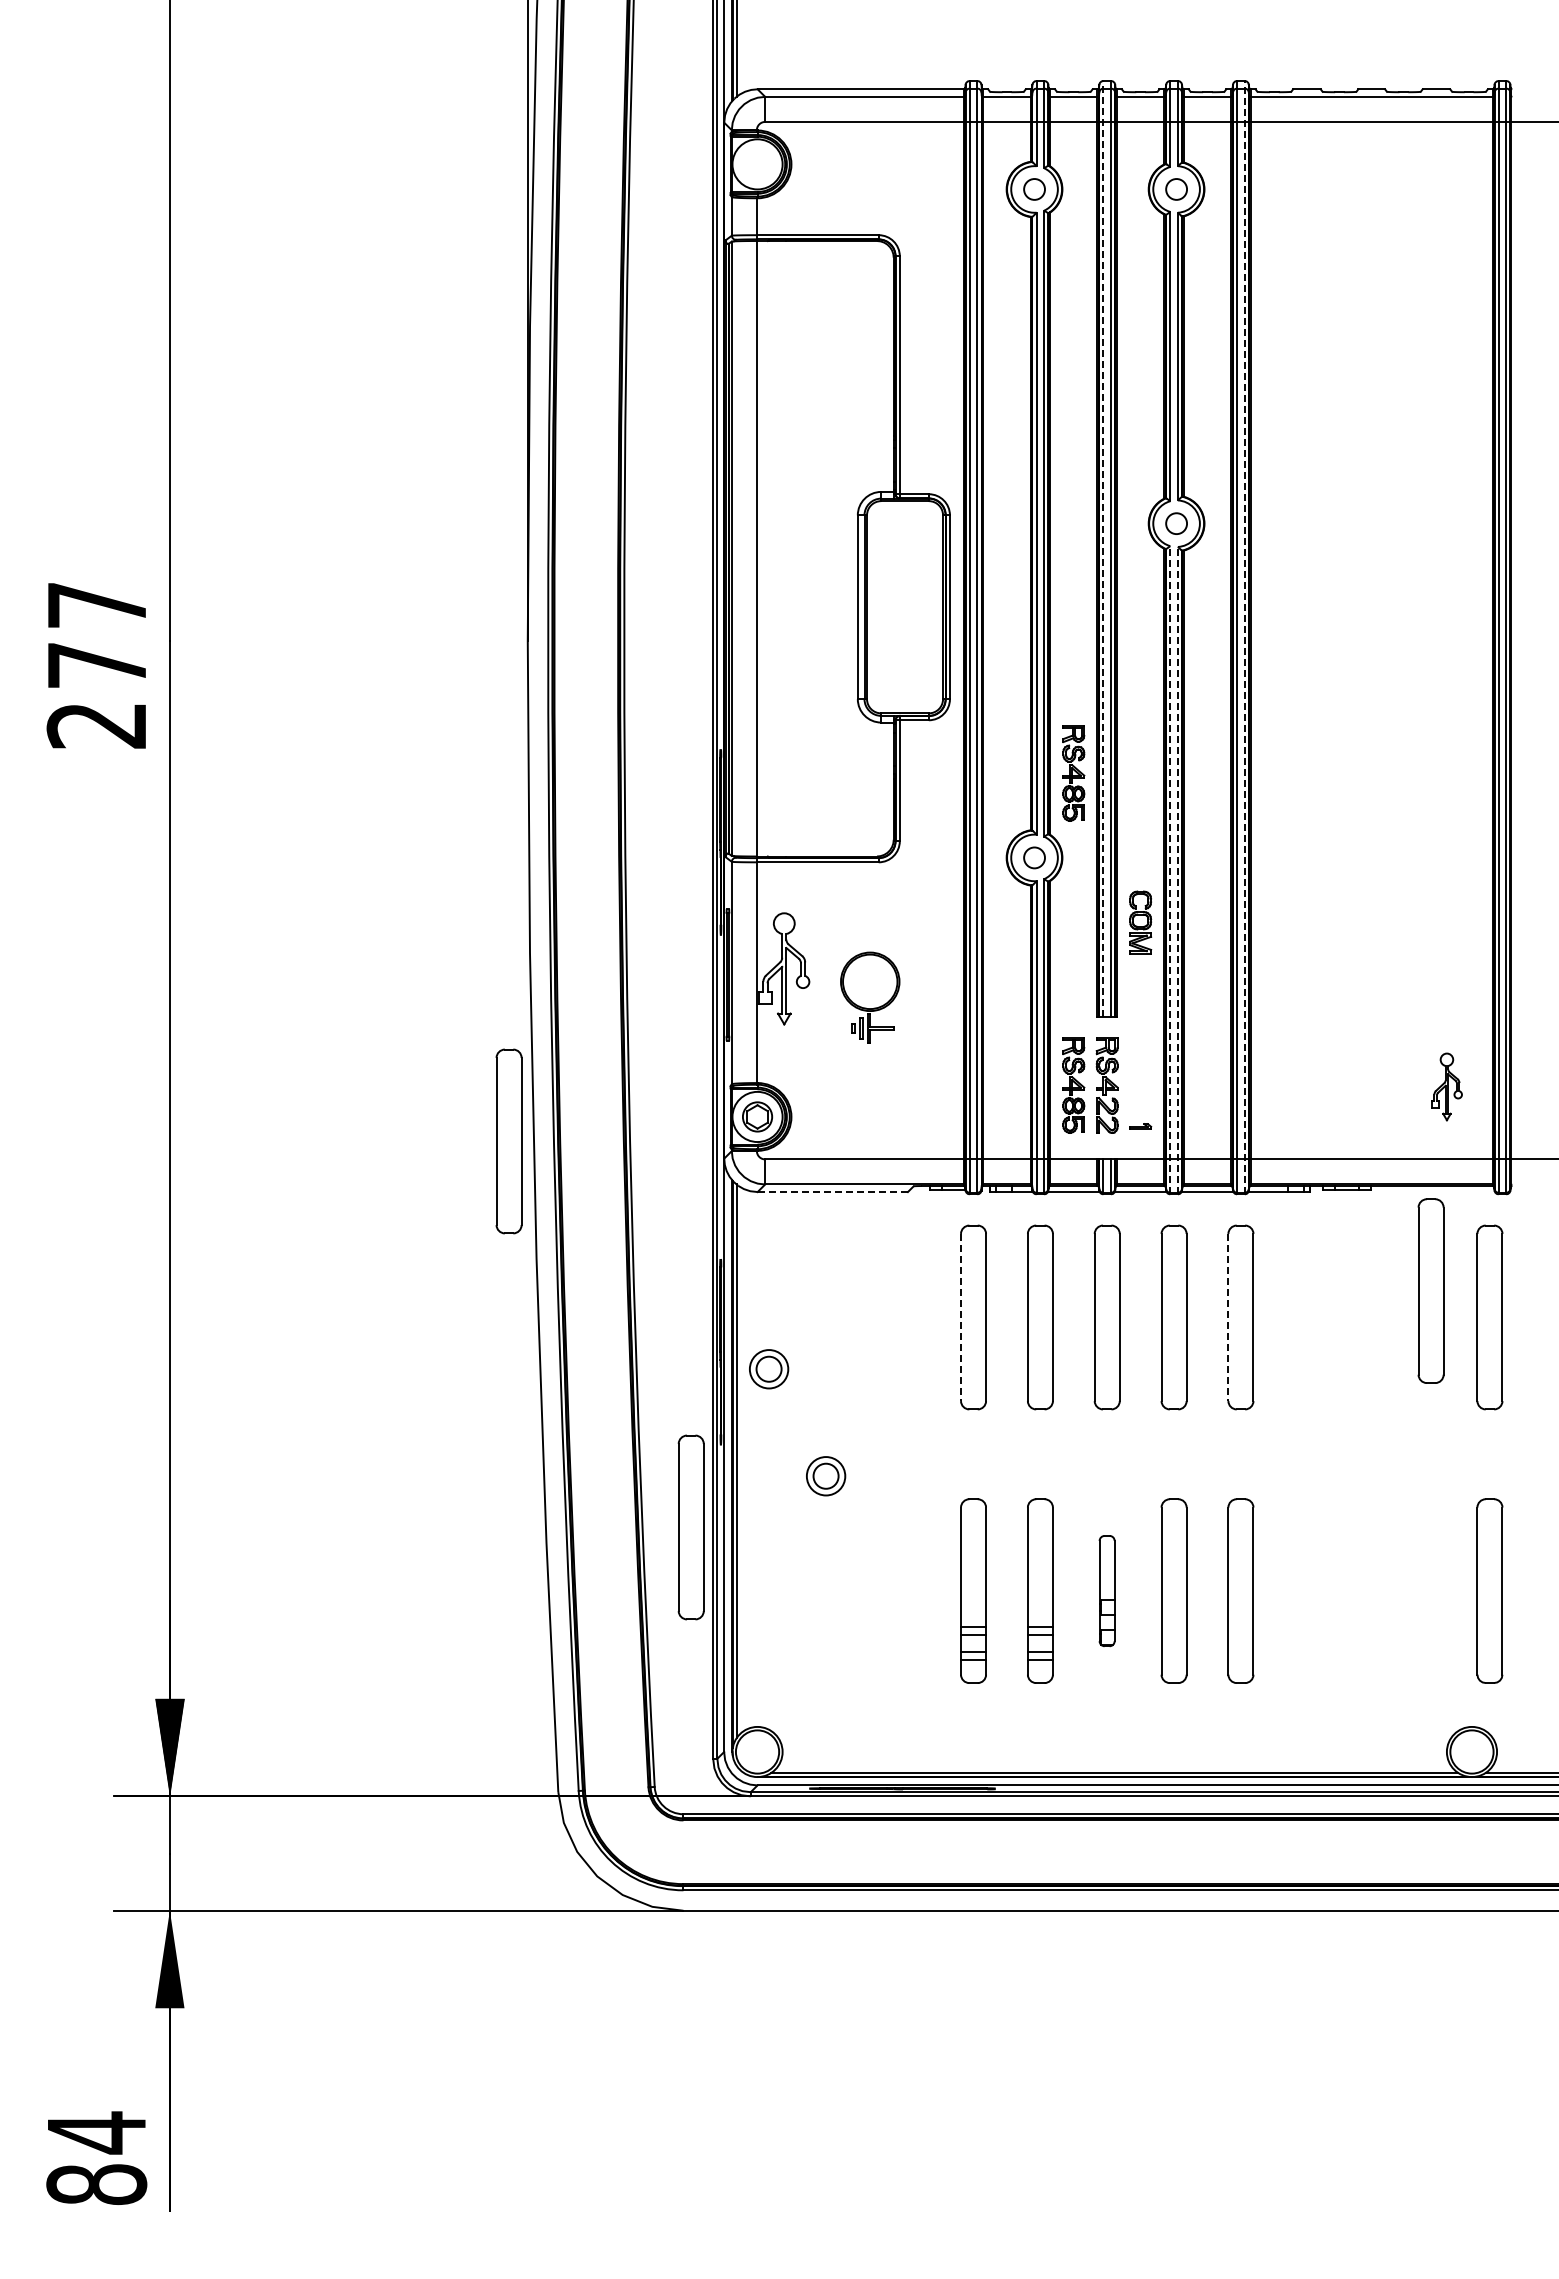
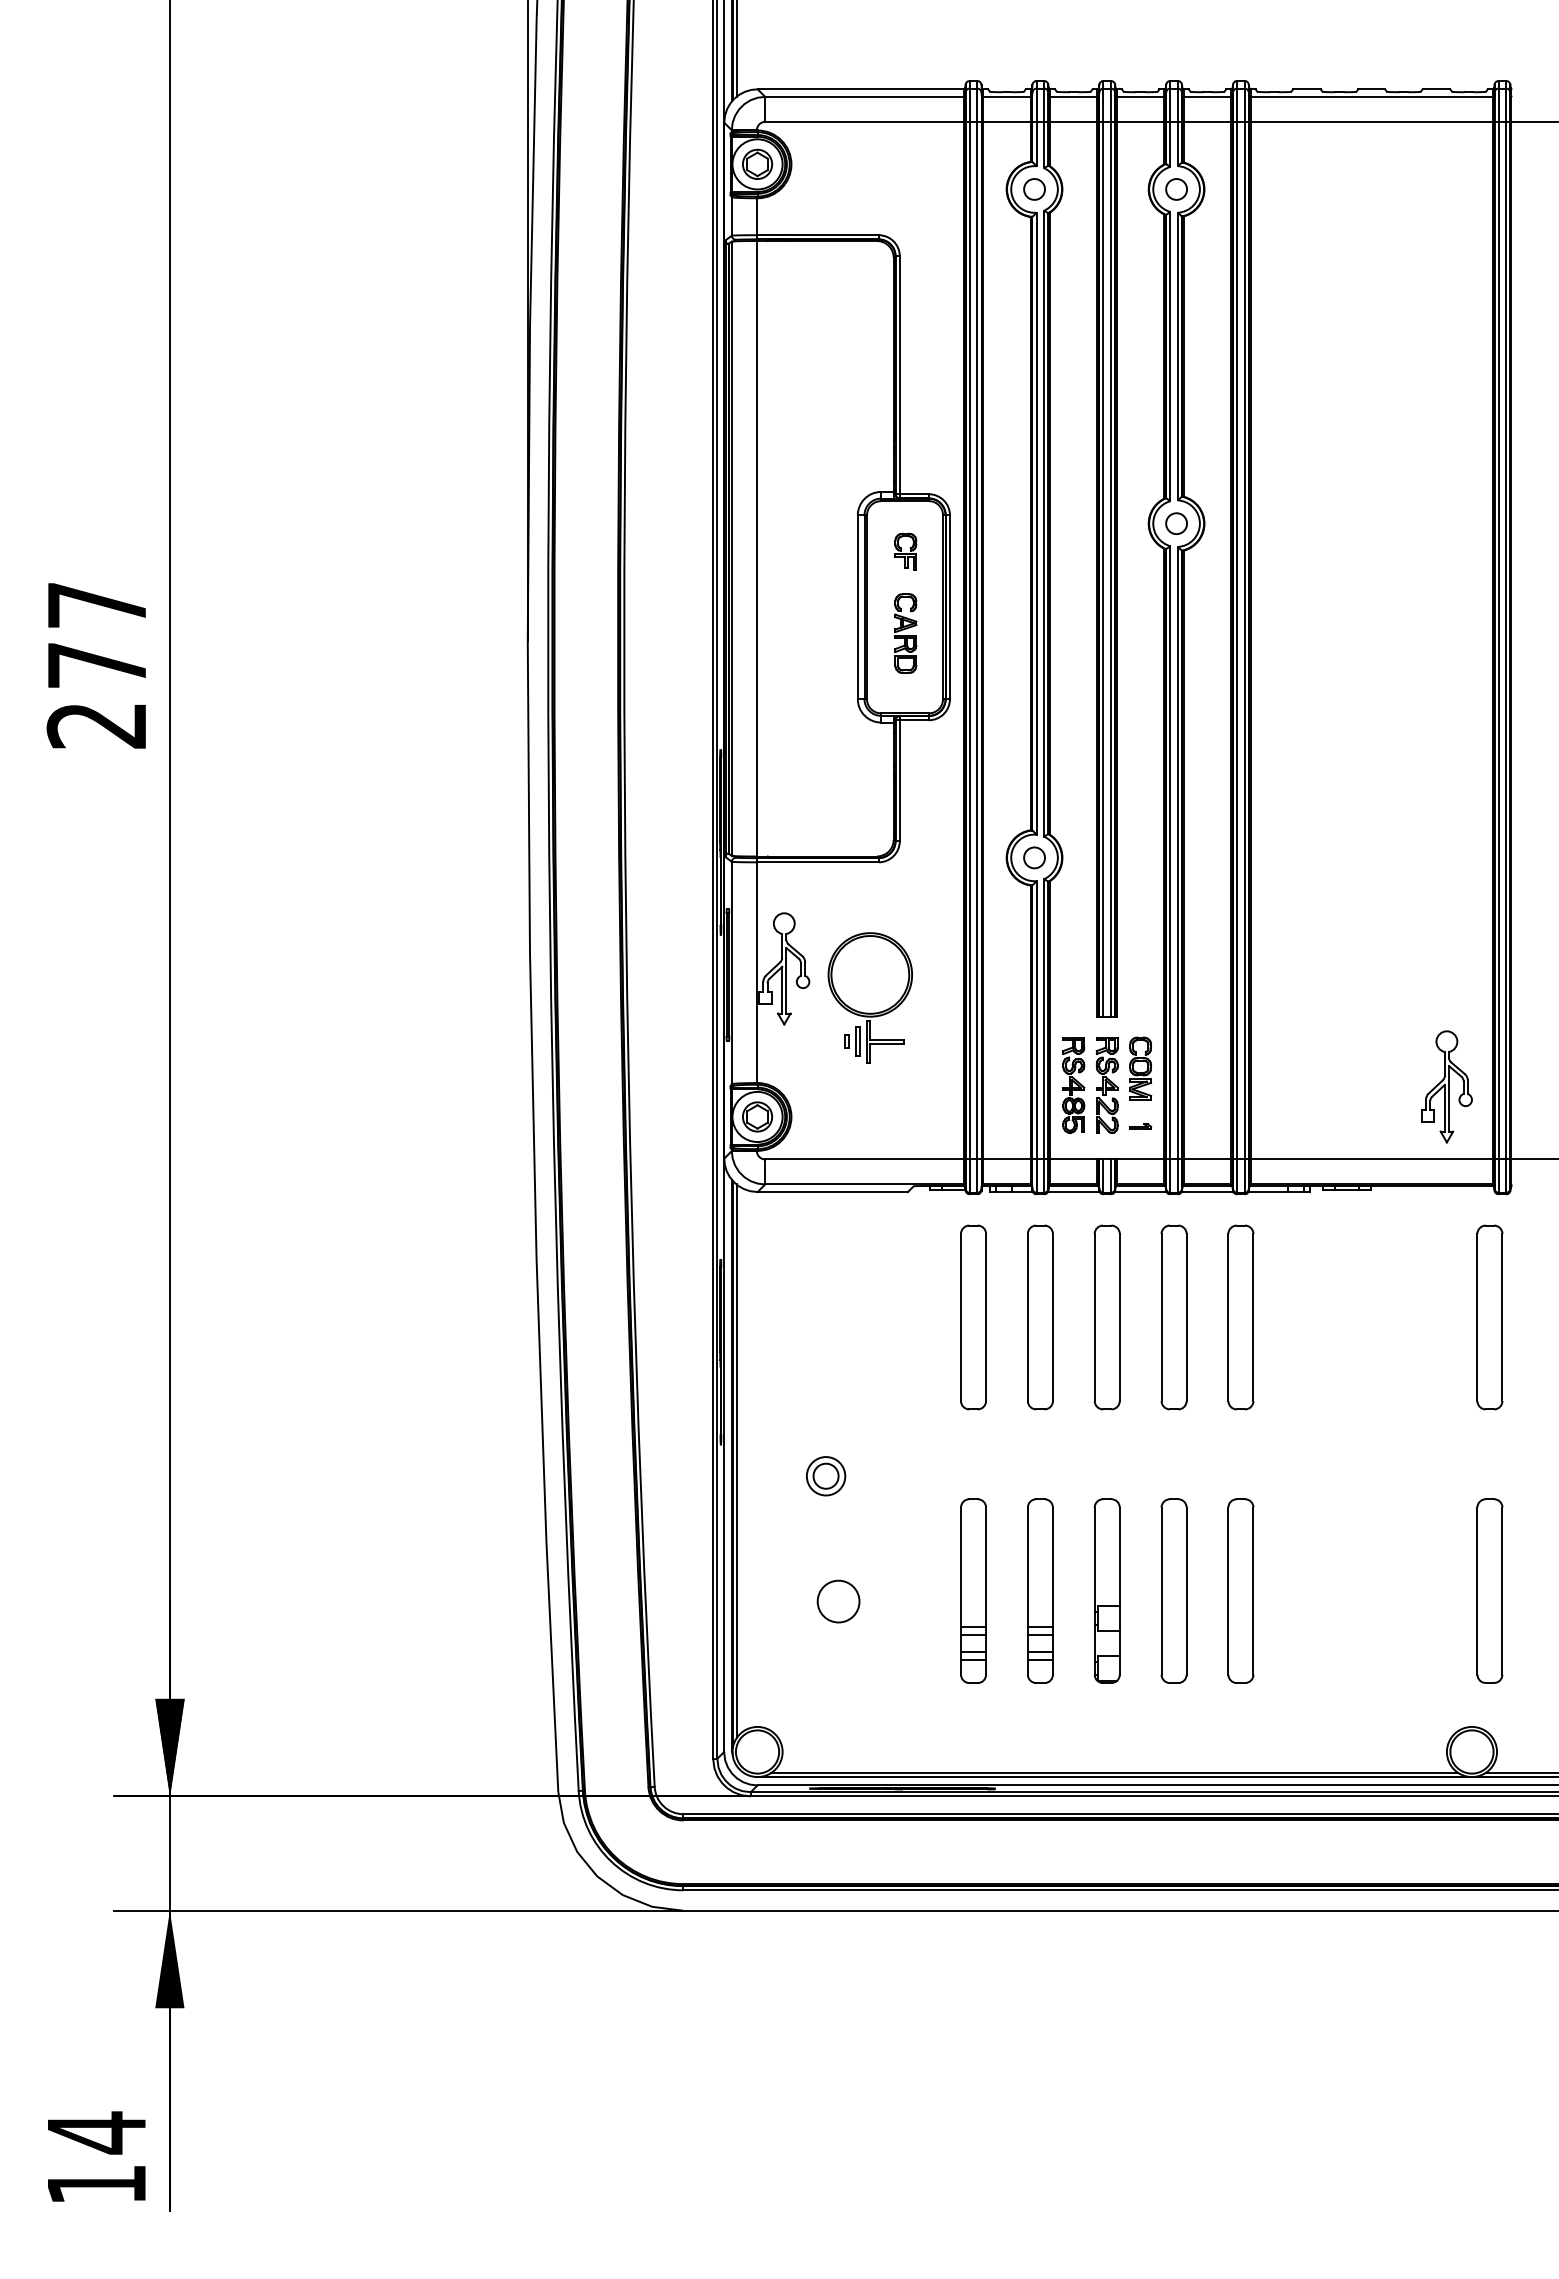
part at (757, 163): none -> present
line at (1103, 548): dashed -> solid
part at (905, 551): none -> present
part at (905, 633): none -> present
line at (1244, 637): dashed -> solid
part at (1073, 773): present -> none
line at (1170, 869): dashed -> solid
line at (1177, 870): dashed -> solid
part at (1140, 922) position: (1140, 922) -> (1140, 1068)
part at (870, 997) size: 61x93 px -> 86x132 px
part at (1446, 1086) size: 32x70 px -> 52x114 px
part at (508, 1141): present -> none
line at (833, 1192): dashed -> solid
part at (1430, 1290): present -> none
line at (961, 1317): dashed -> solid
line at (1228, 1317): dashed -> solid
part at (769, 1369): present -> none
part at (690, 1527): present -> none
part at (1106, 1591) size: 18x113 px -> 28x186 px
circle at (838, 1601): none -> present
text at (96, 2184): 84 -> 14
